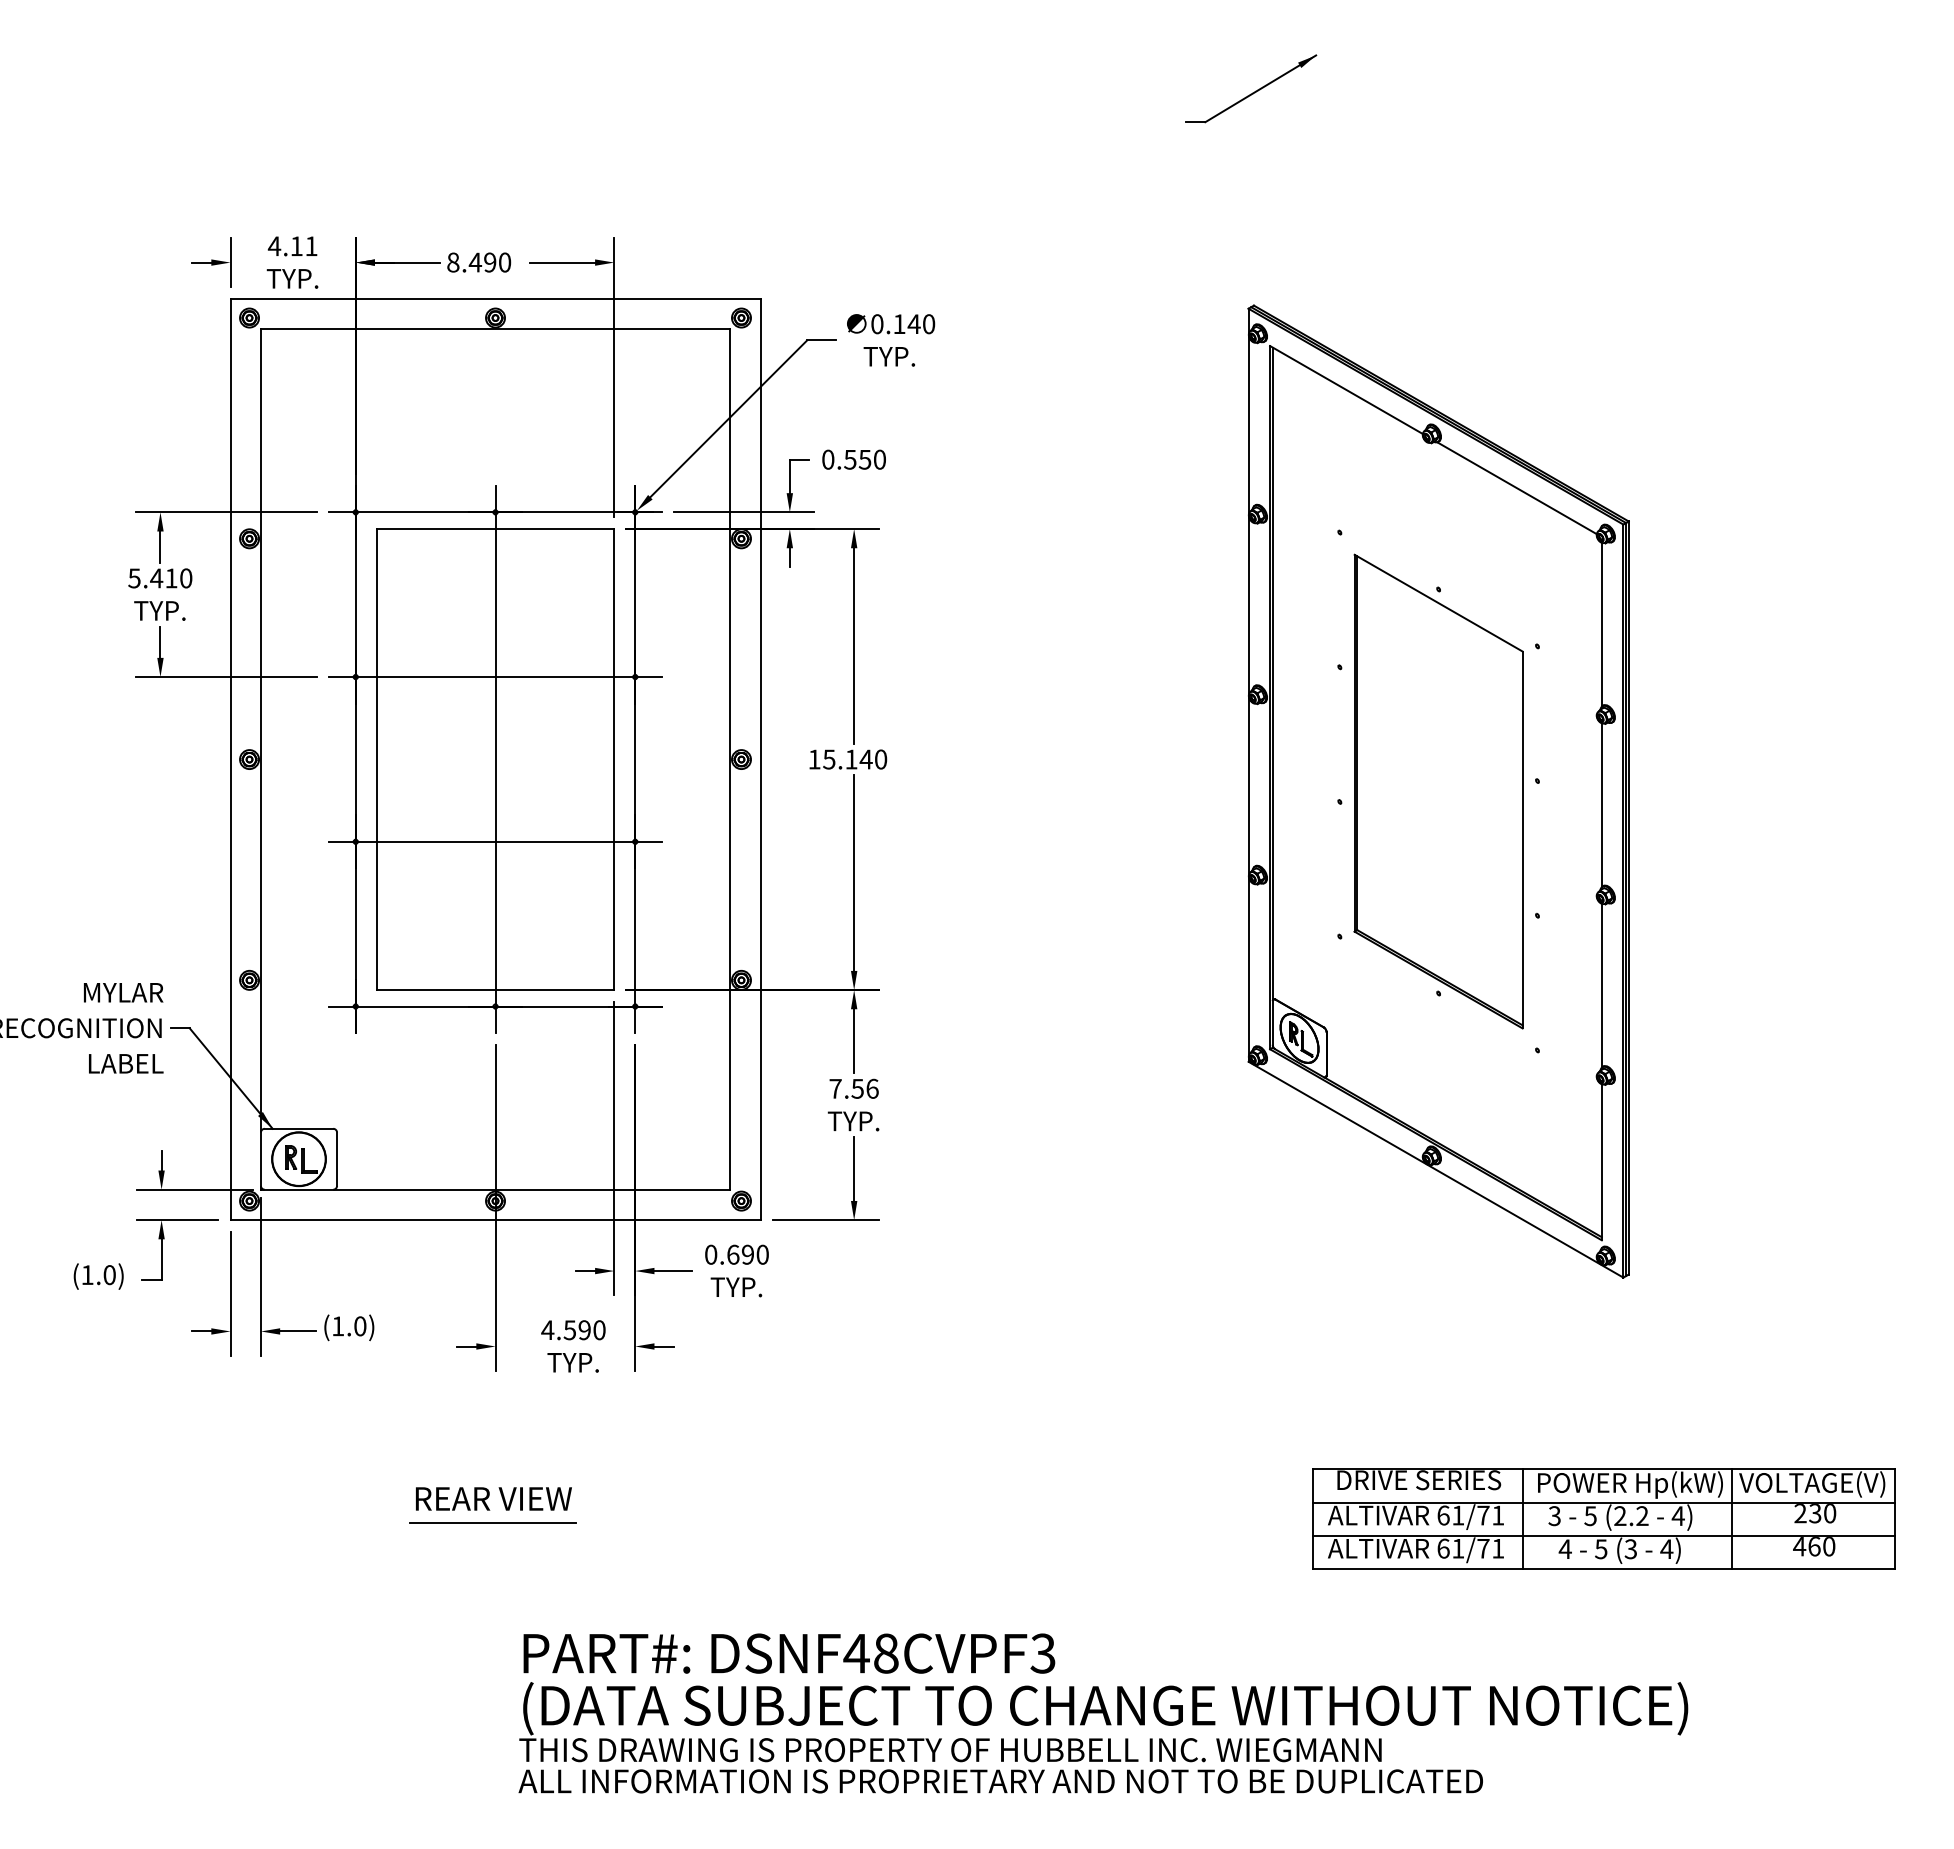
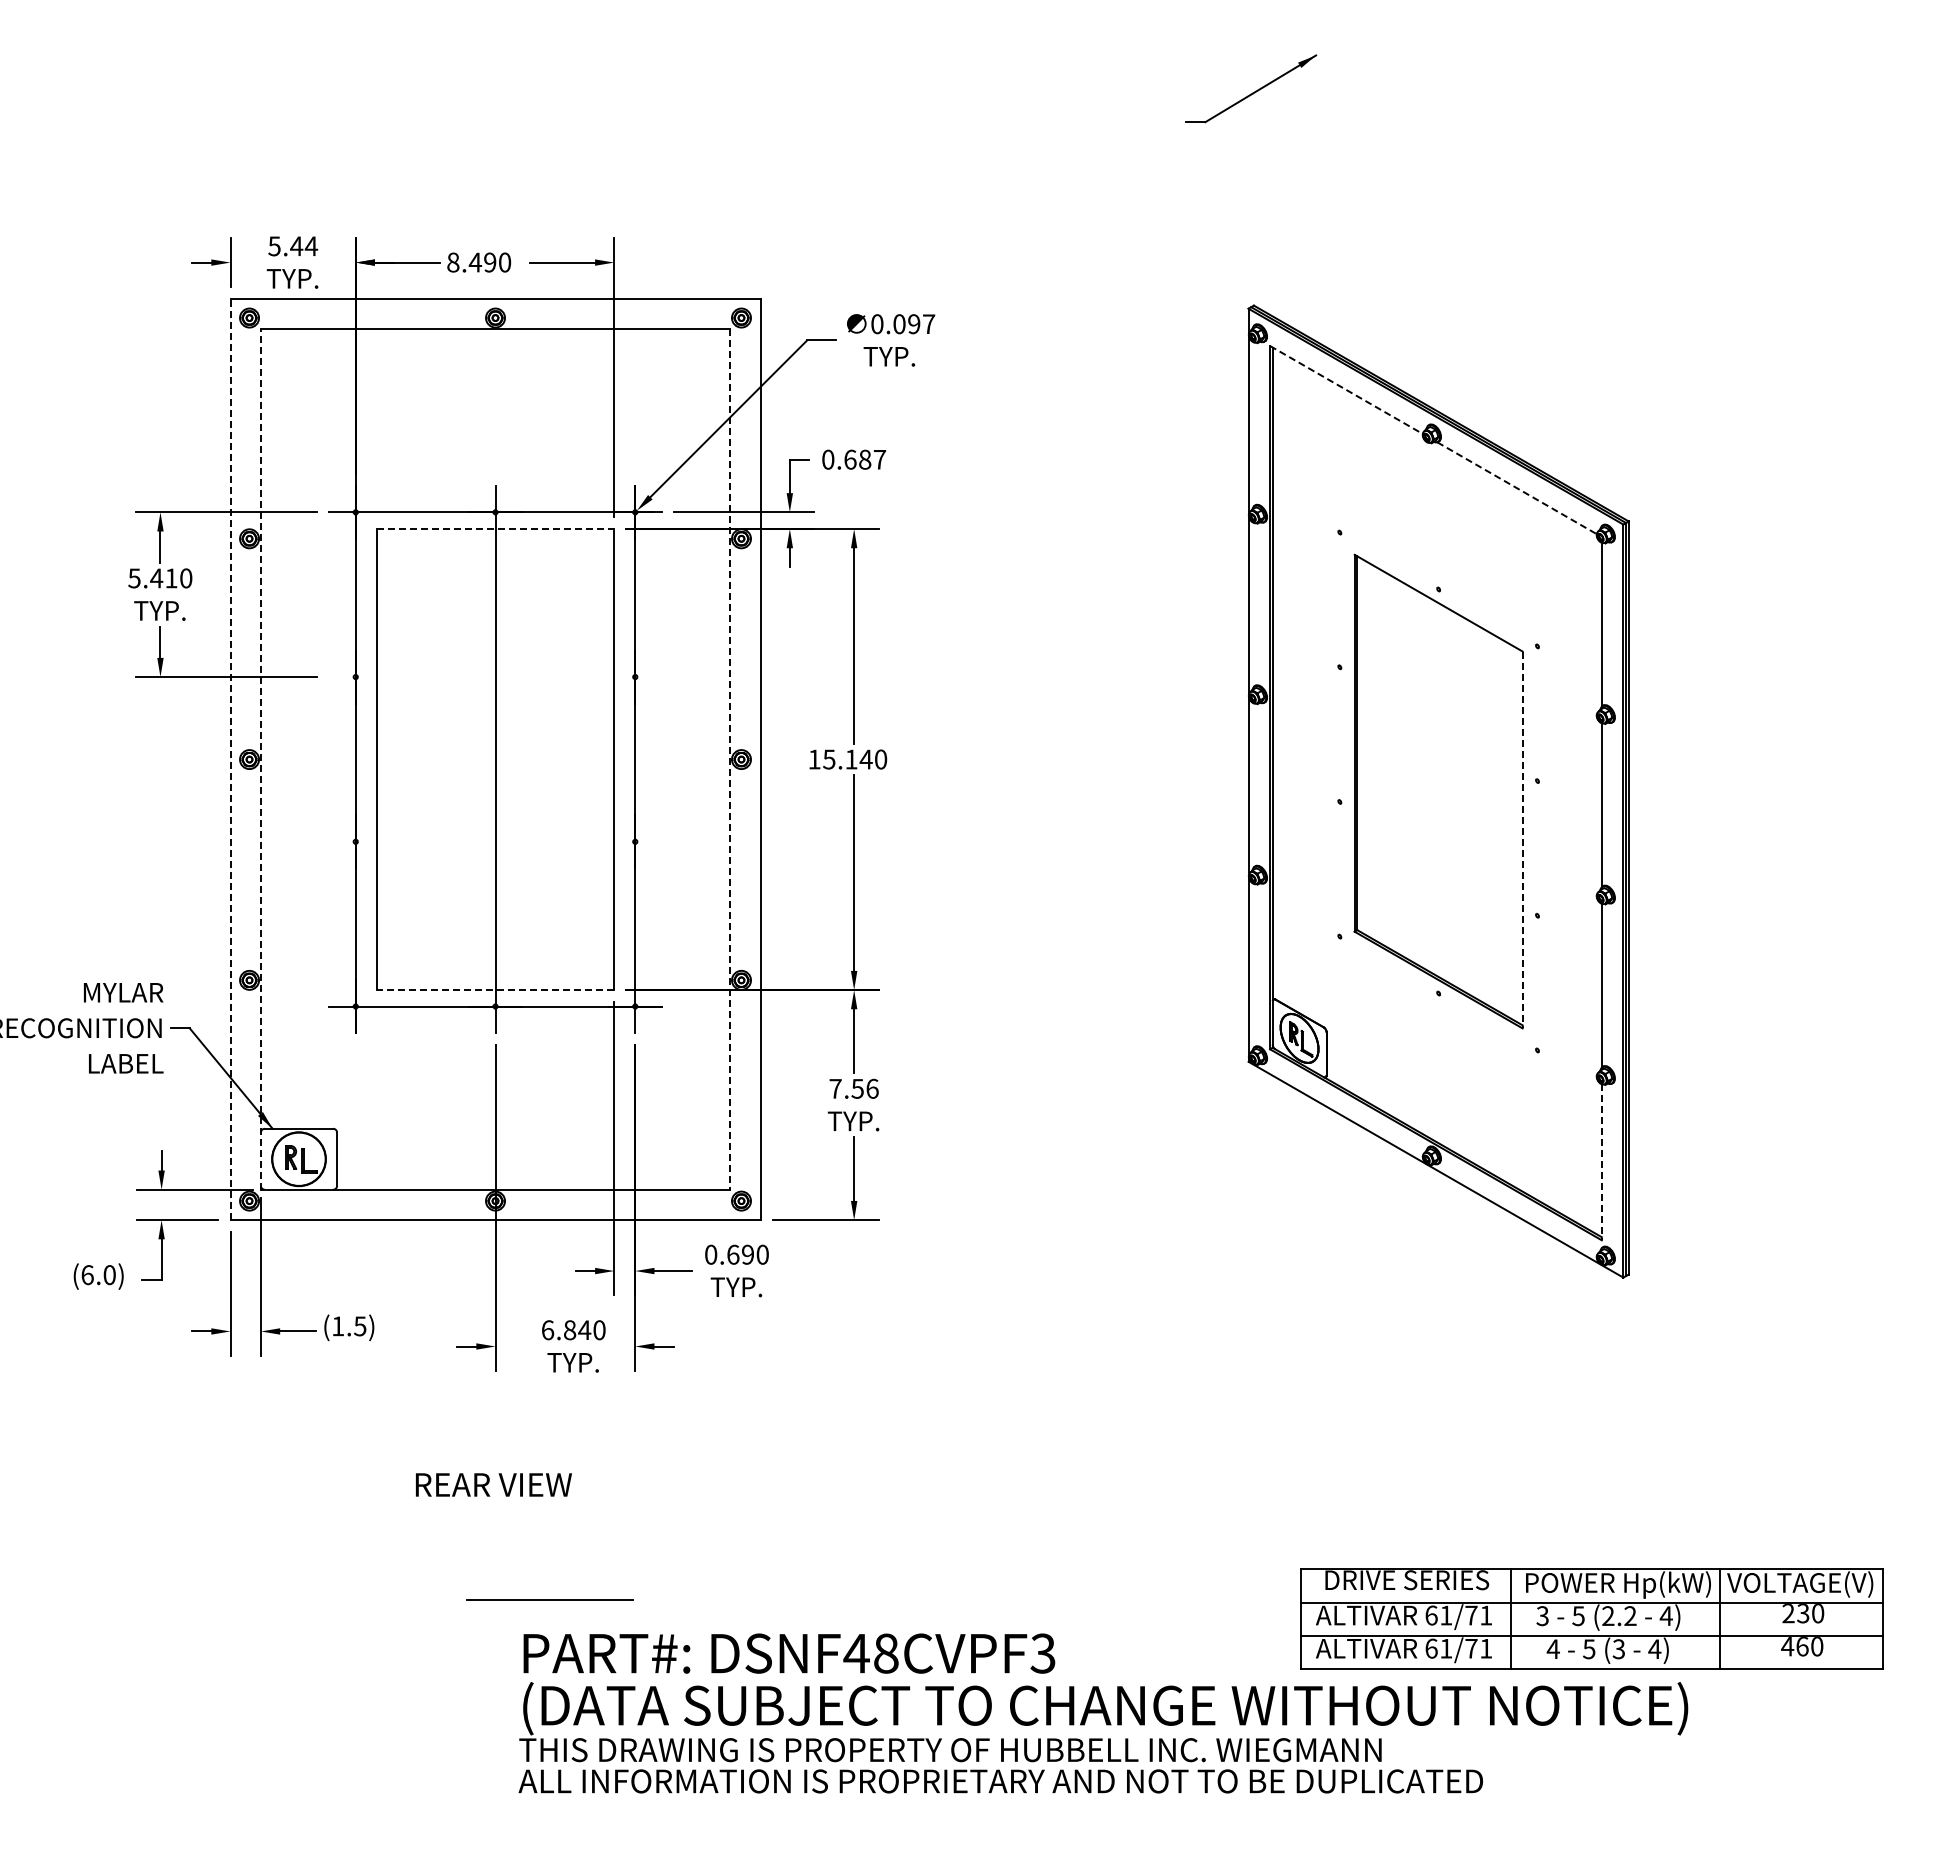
text at (292, 246): 4.11 -> 5.44
text at (914, 324): 0.140 -> 0.097
line at (1346, 390): solid -> dashed
text at (865, 459): 0.550 -> 0.687
line at (1517, 488): solid -> dashed
line at (495, 529): solid -> dashed
line at (495, 677): present -> none
line at (230, 759): solid -> dashed
line at (260, 759): solid -> dashed
line at (730, 760): solid -> dashed
line at (1522, 840): solid -> dashed
line at (495, 841): present -> none
line at (495, 990): solid -> dashed
line at (1601, 1162): solid -> dashed
text at (87, 1275): (1.0) -> (6.0)
text at (360, 1326): (1.0) -> (1.5)
text at (566, 1330): 4.590 -> 6.840
text at (493, 1498) position: (493, 1498) -> (493, 1484)
part at (1603, 1518) position: (1603, 1518) -> (1591, 1618)
line at (492, 1522) position: (492, 1522) -> (549, 1599)
